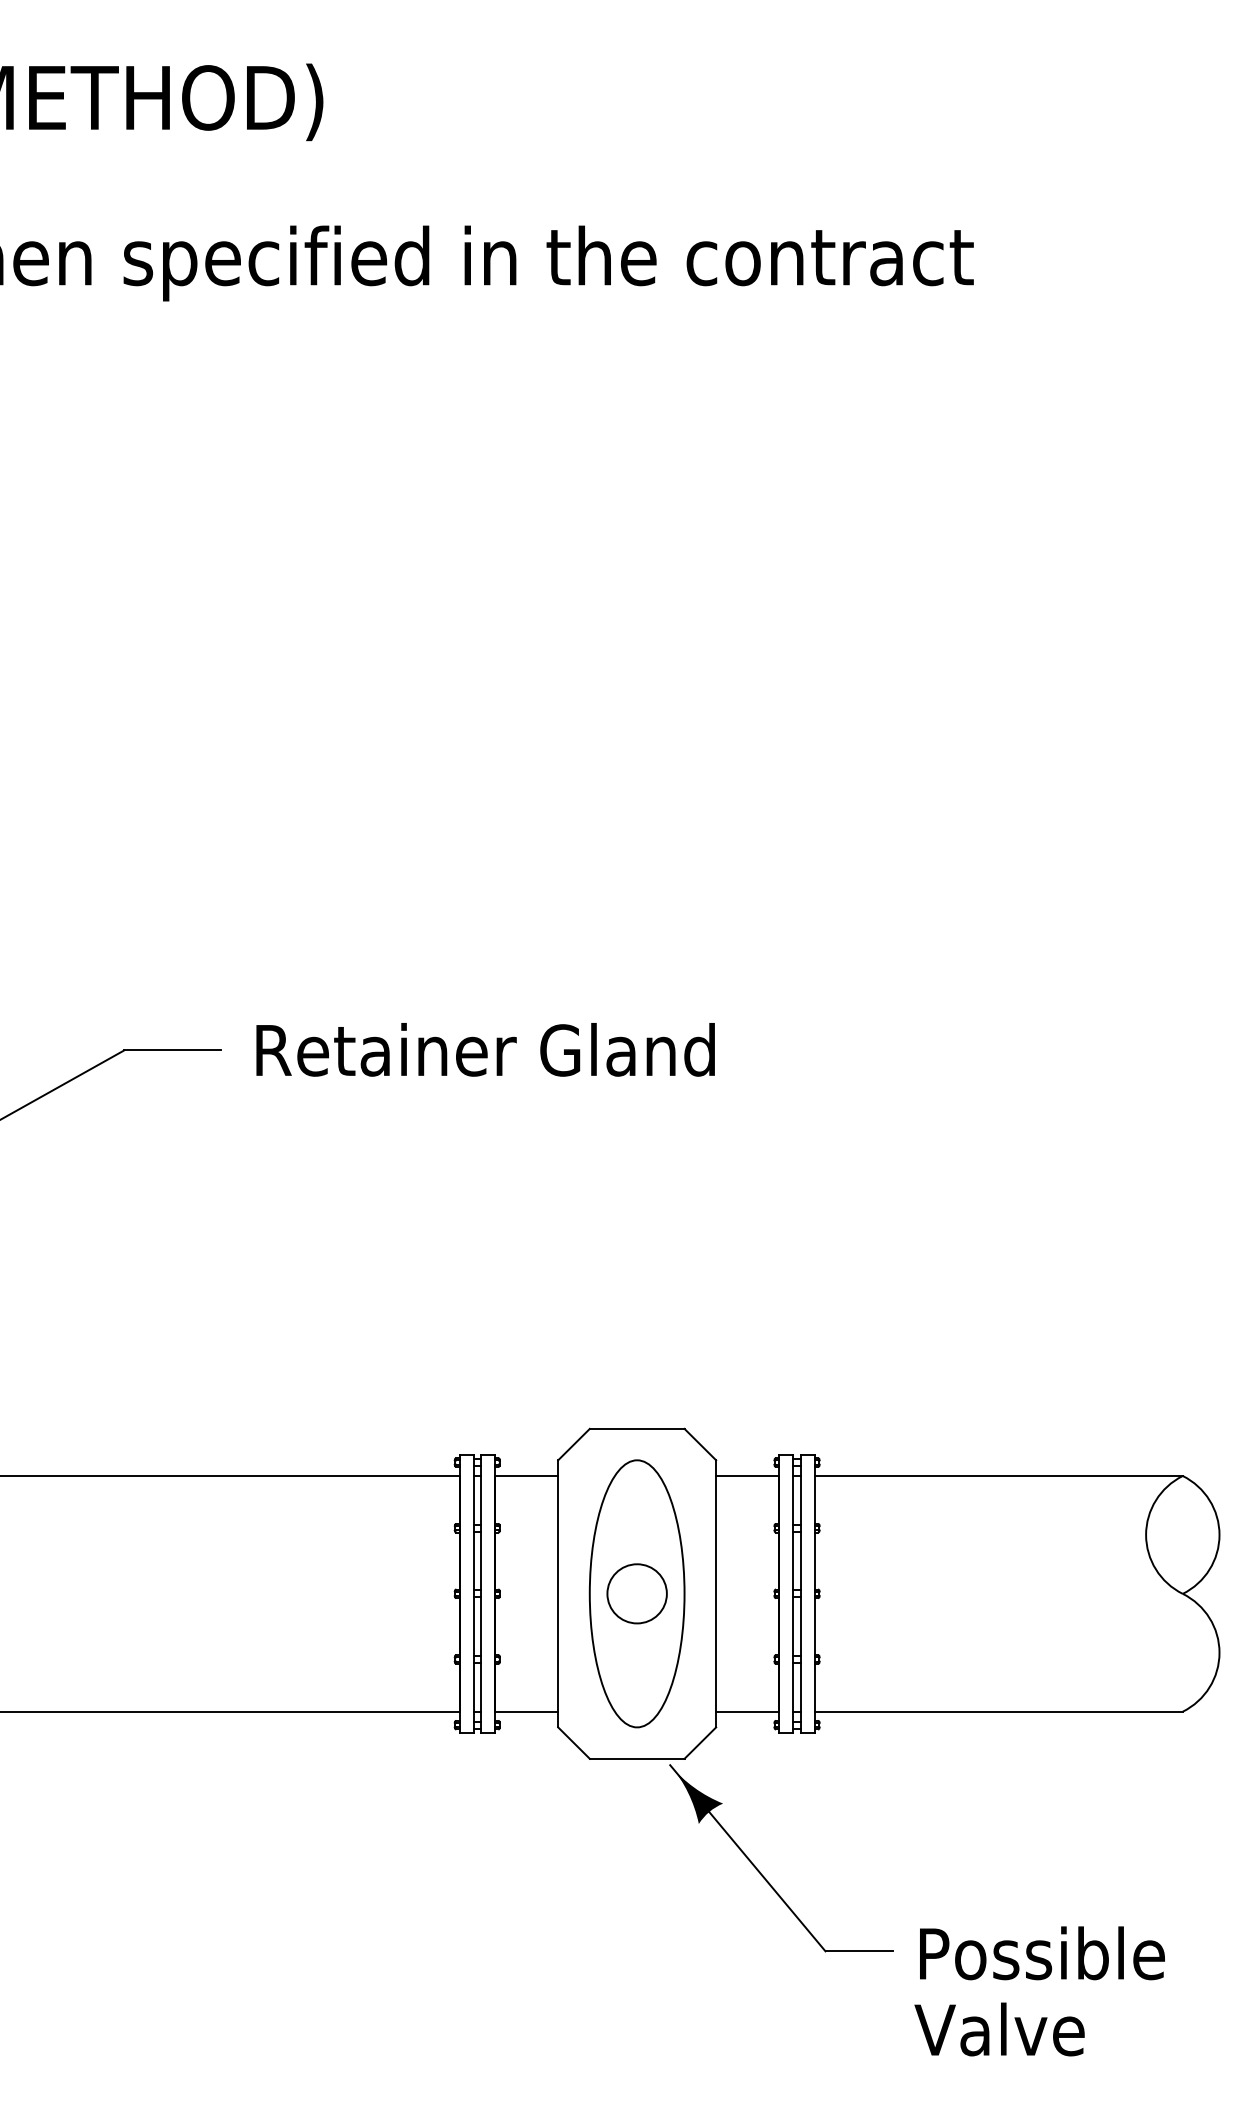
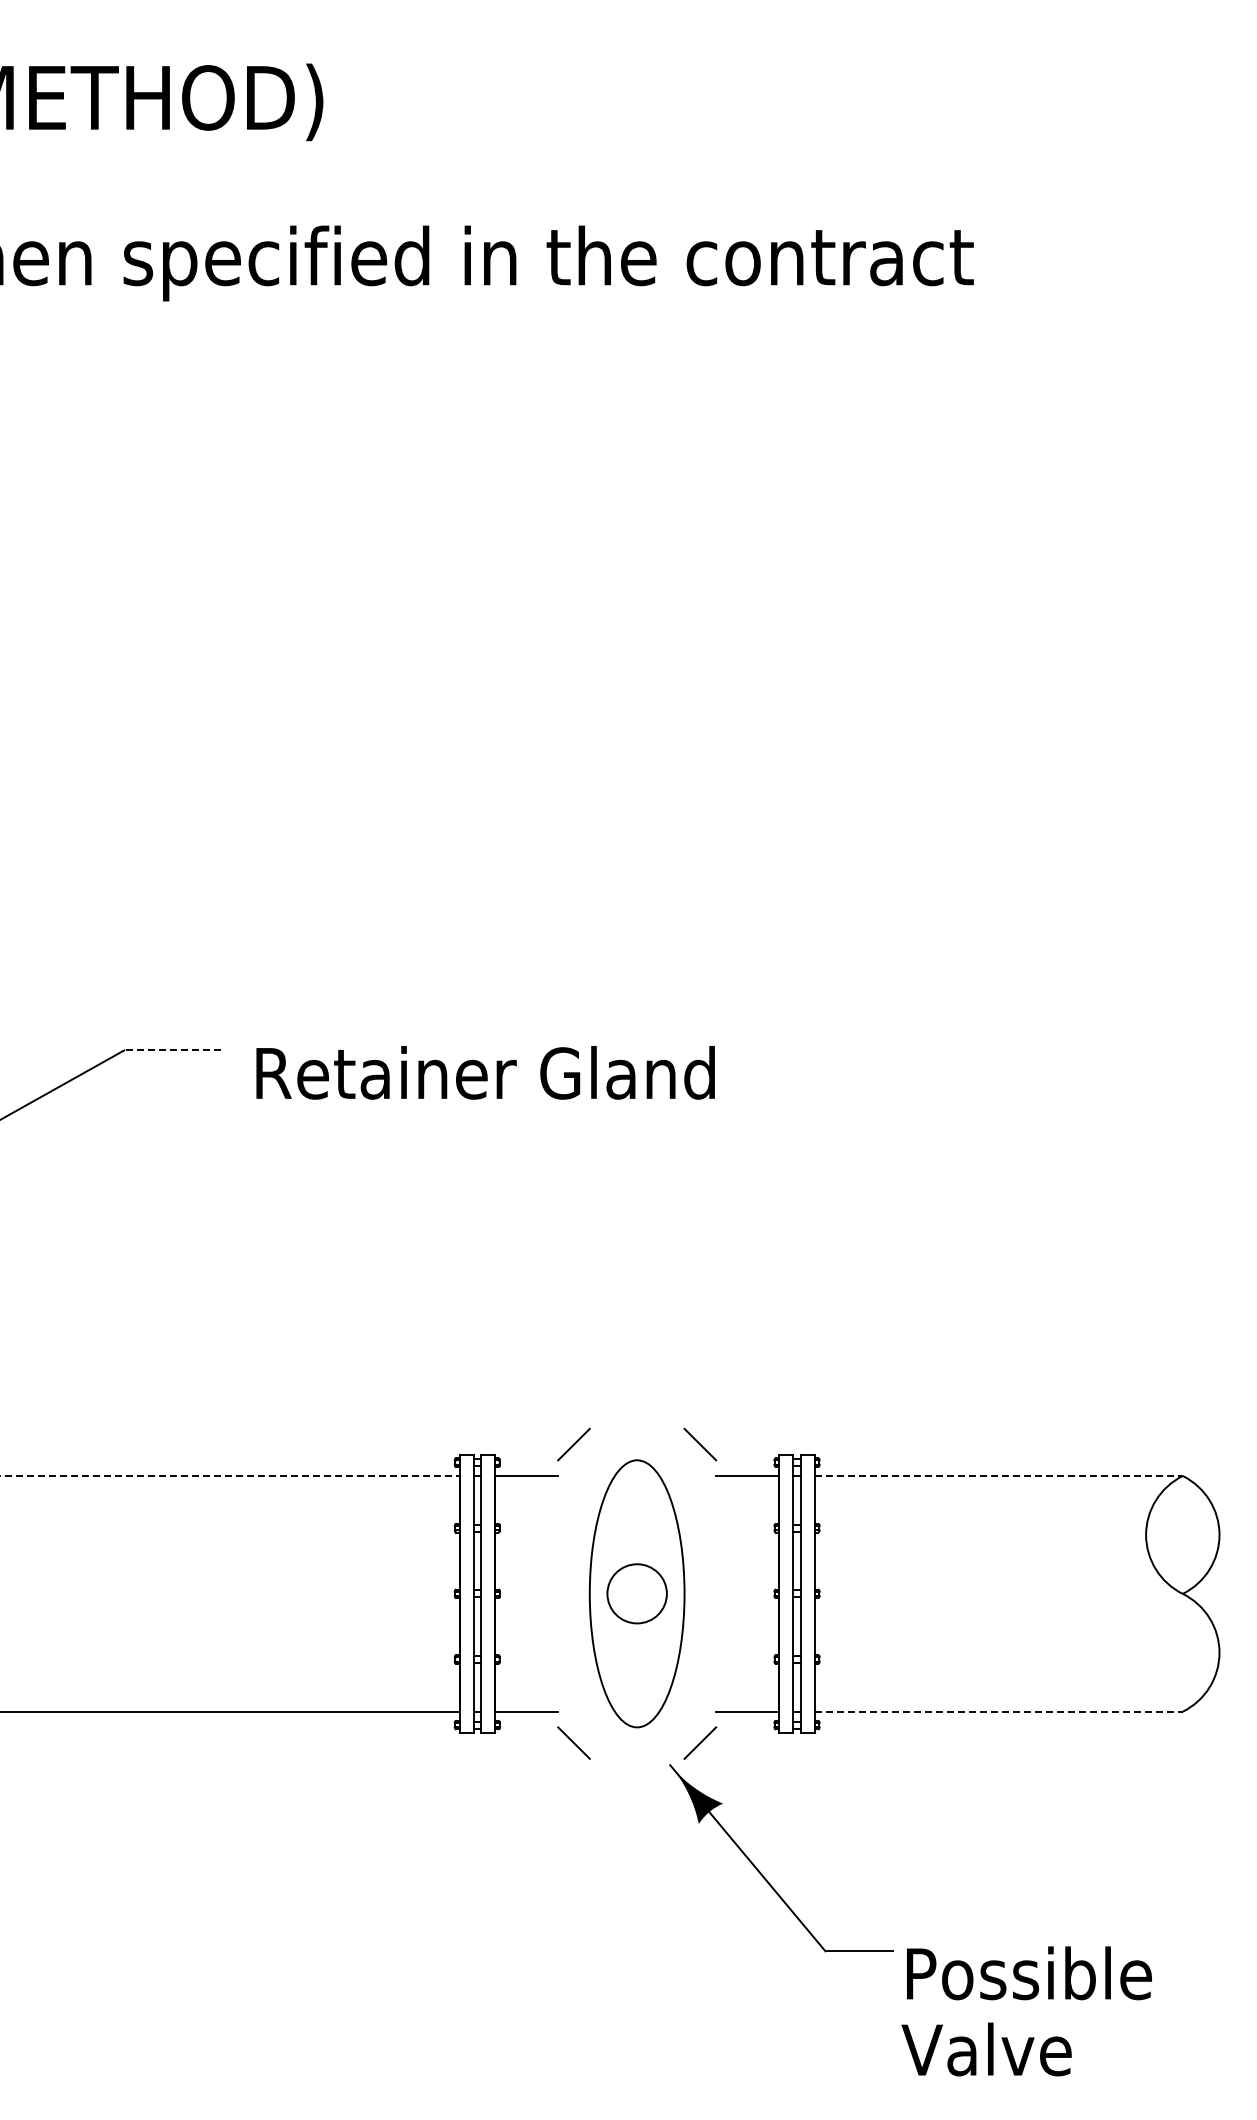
text at (485, 1049) position: (485, 1049) -> (485, 1072)
line at (172, 1050): solid -> dashed
line at (636, 1428): present -> none
line at (230, 1476): solid -> dashed
line at (999, 1476): solid -> dashed
line at (558, 1593): present -> none
line at (716, 1593): present -> none
line at (999, 1711): solid -> dashed
line at (636, 1758): present -> none
text at (1039, 1991) position: (1039, 1991) -> (1026, 2011)
